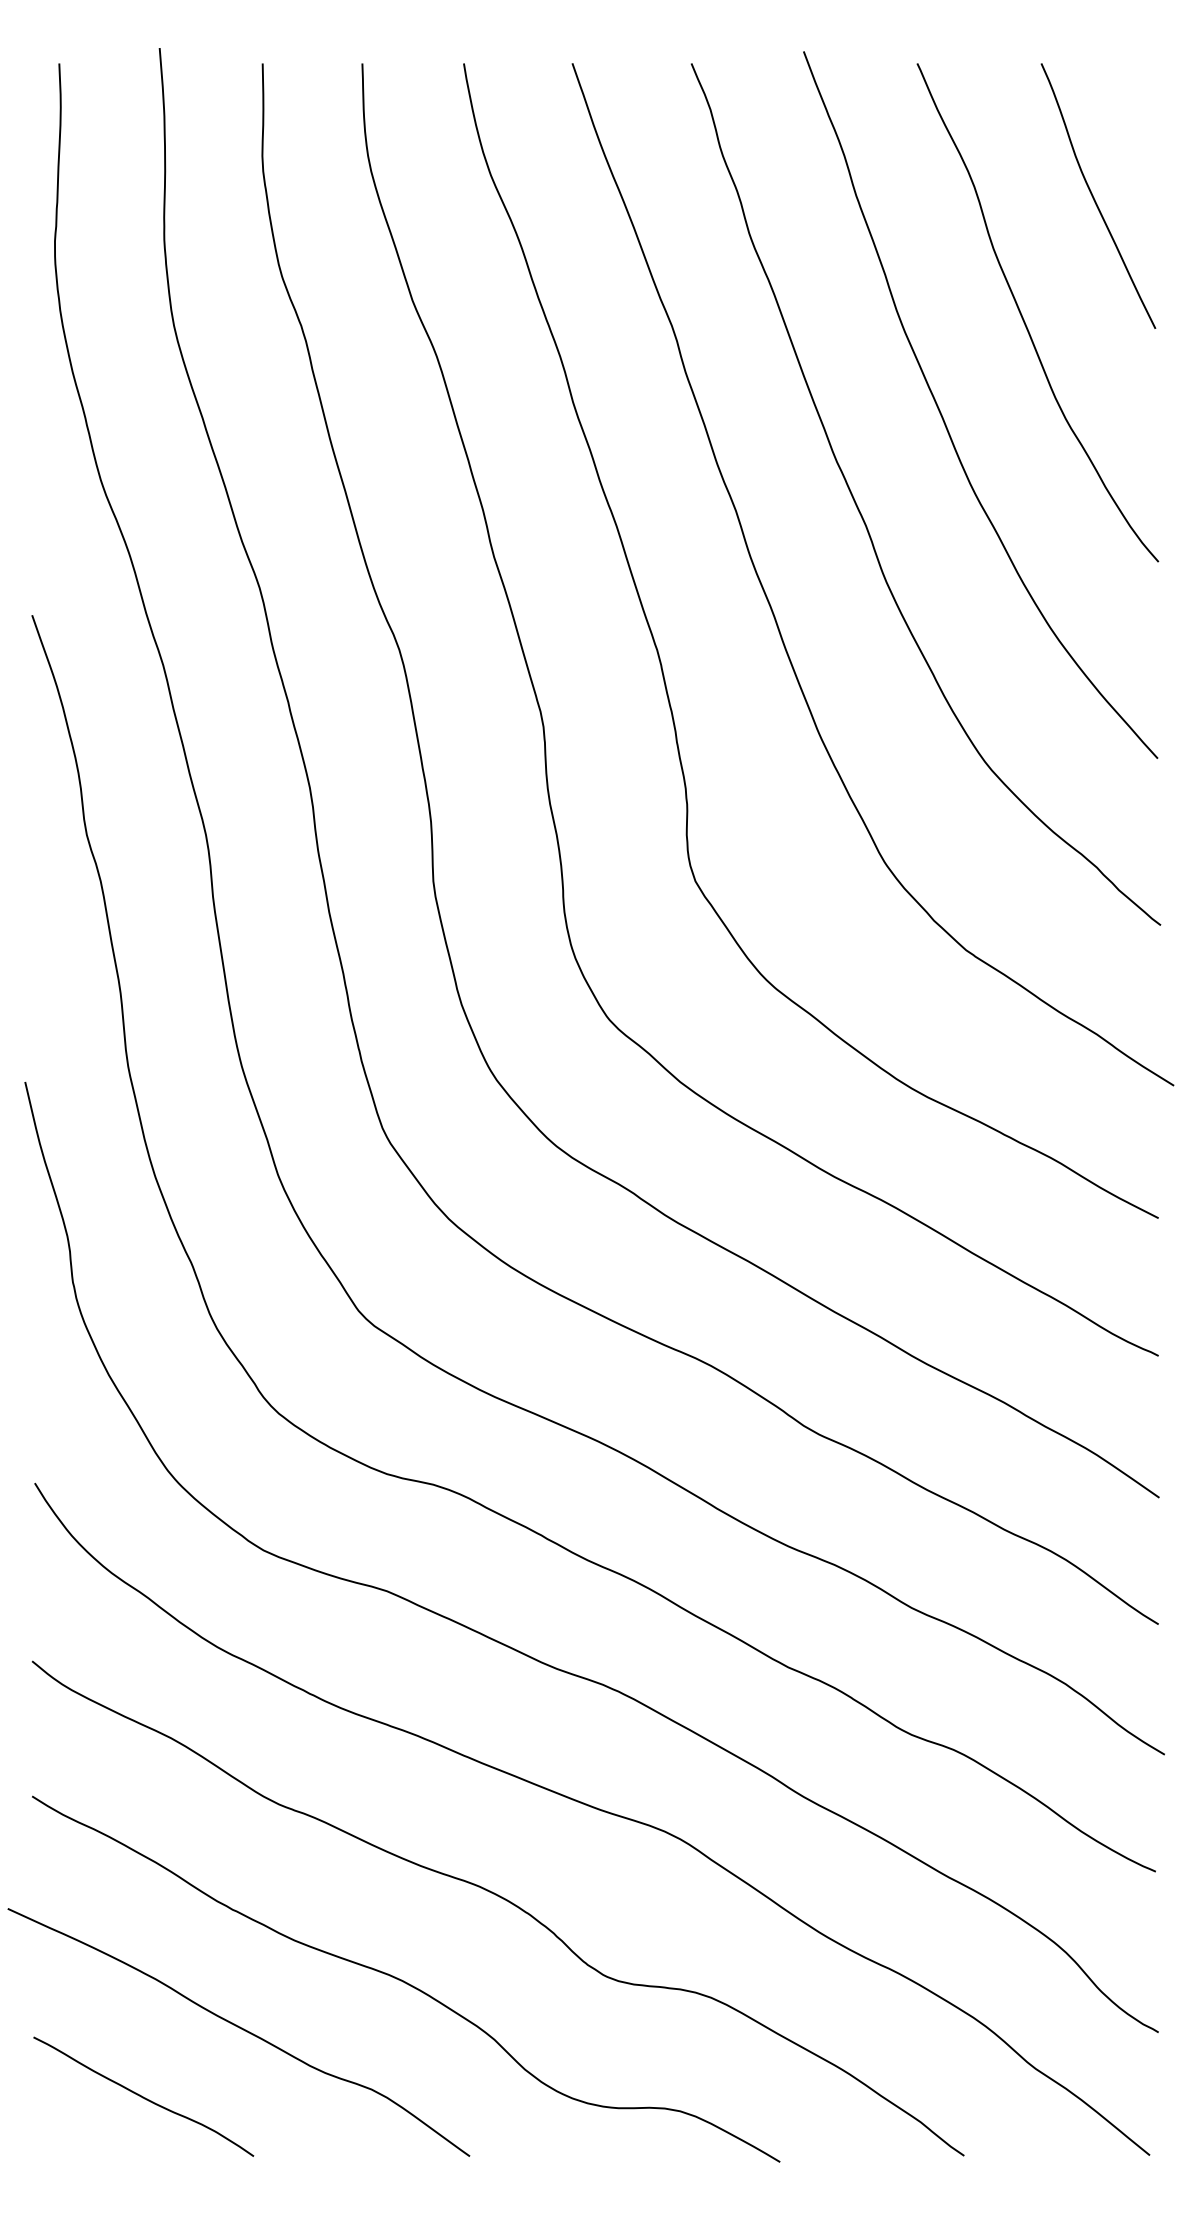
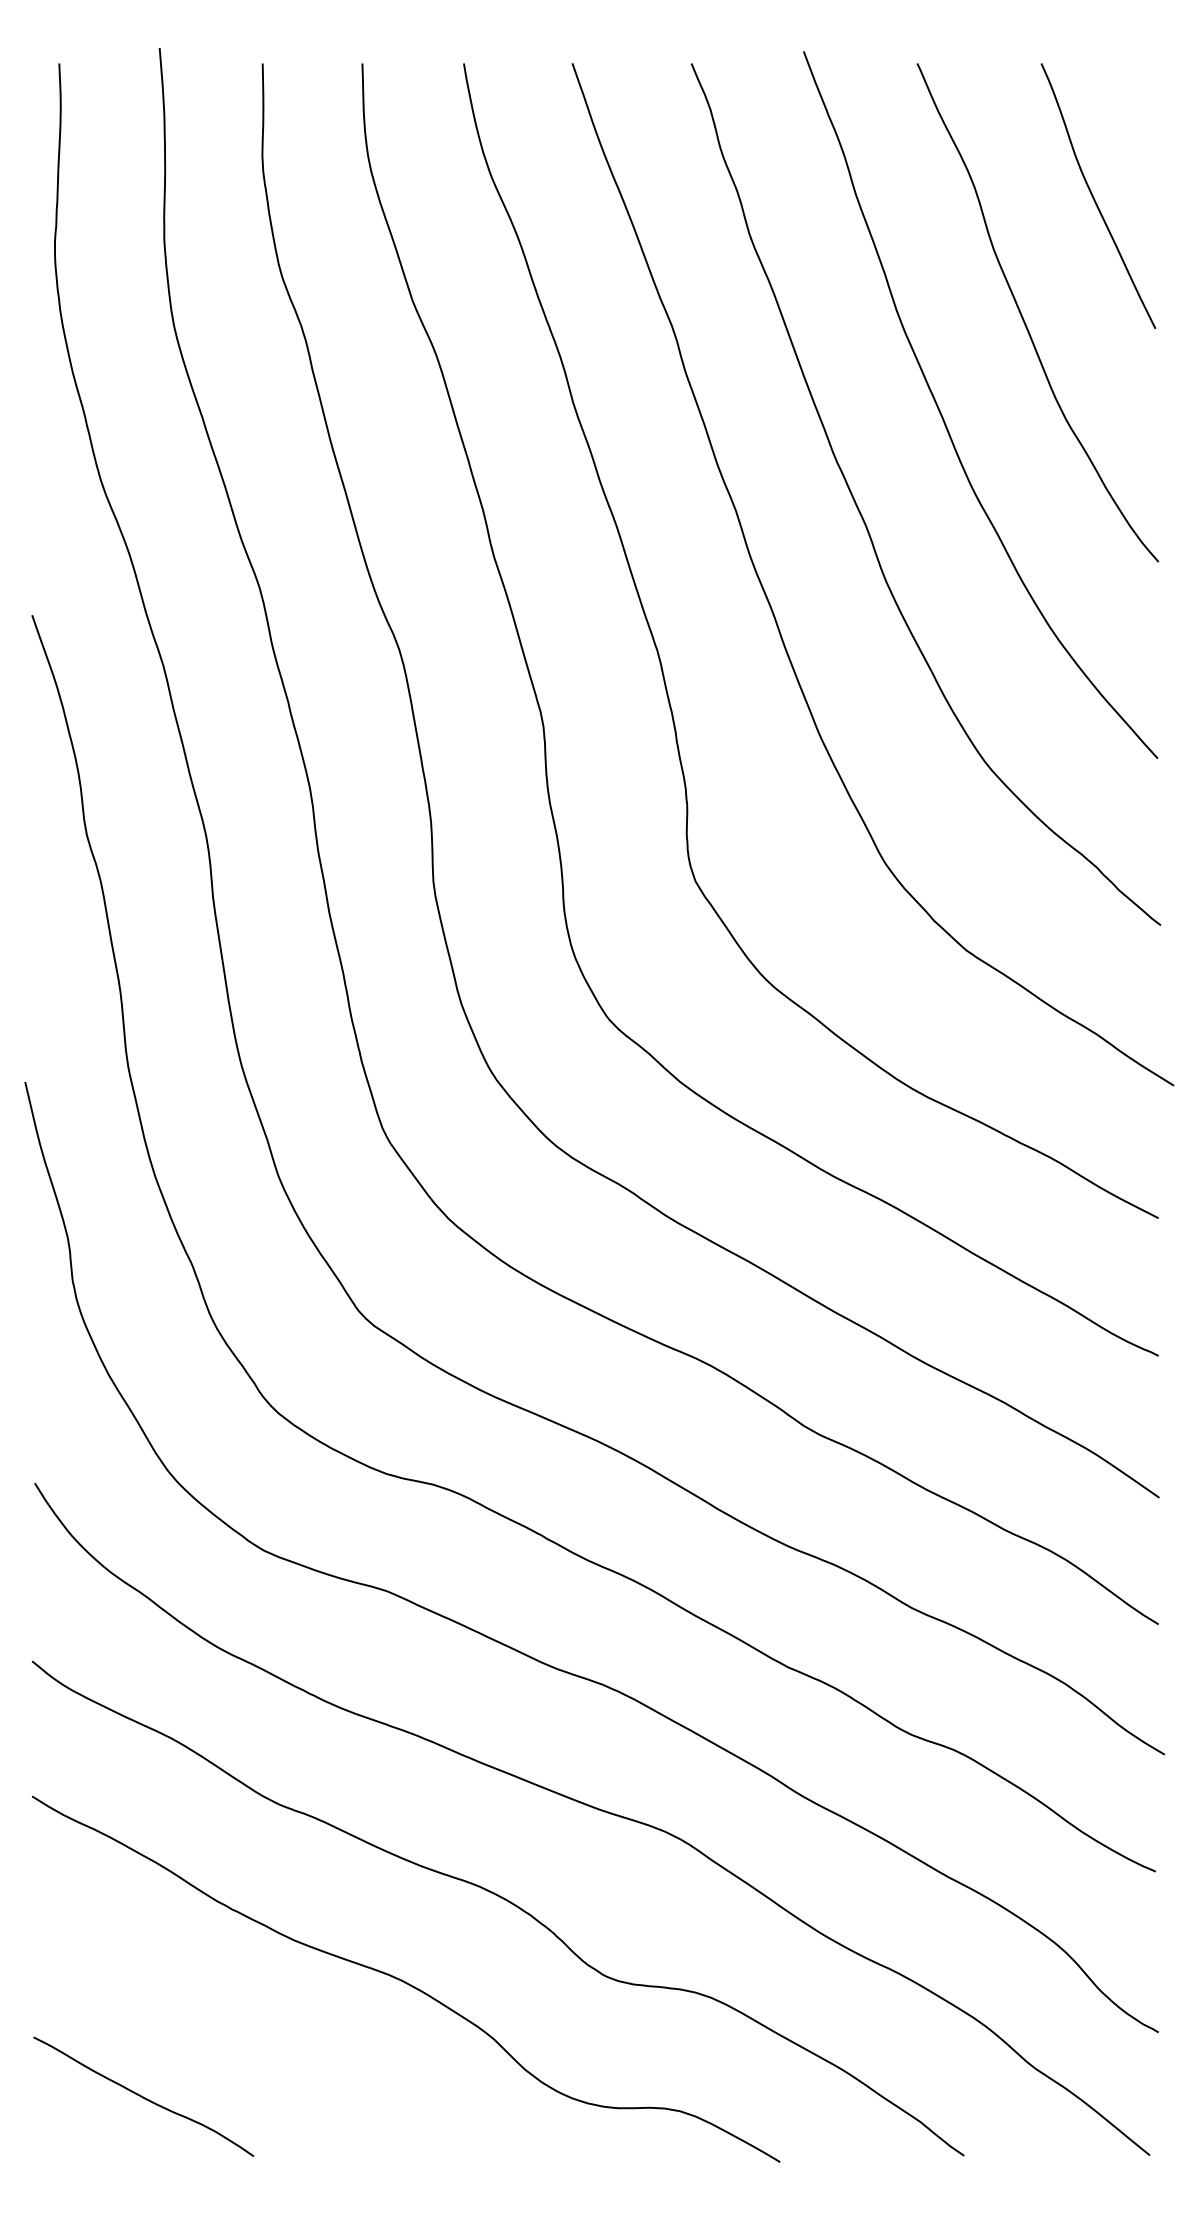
curve at (239, 2028): present -> none
